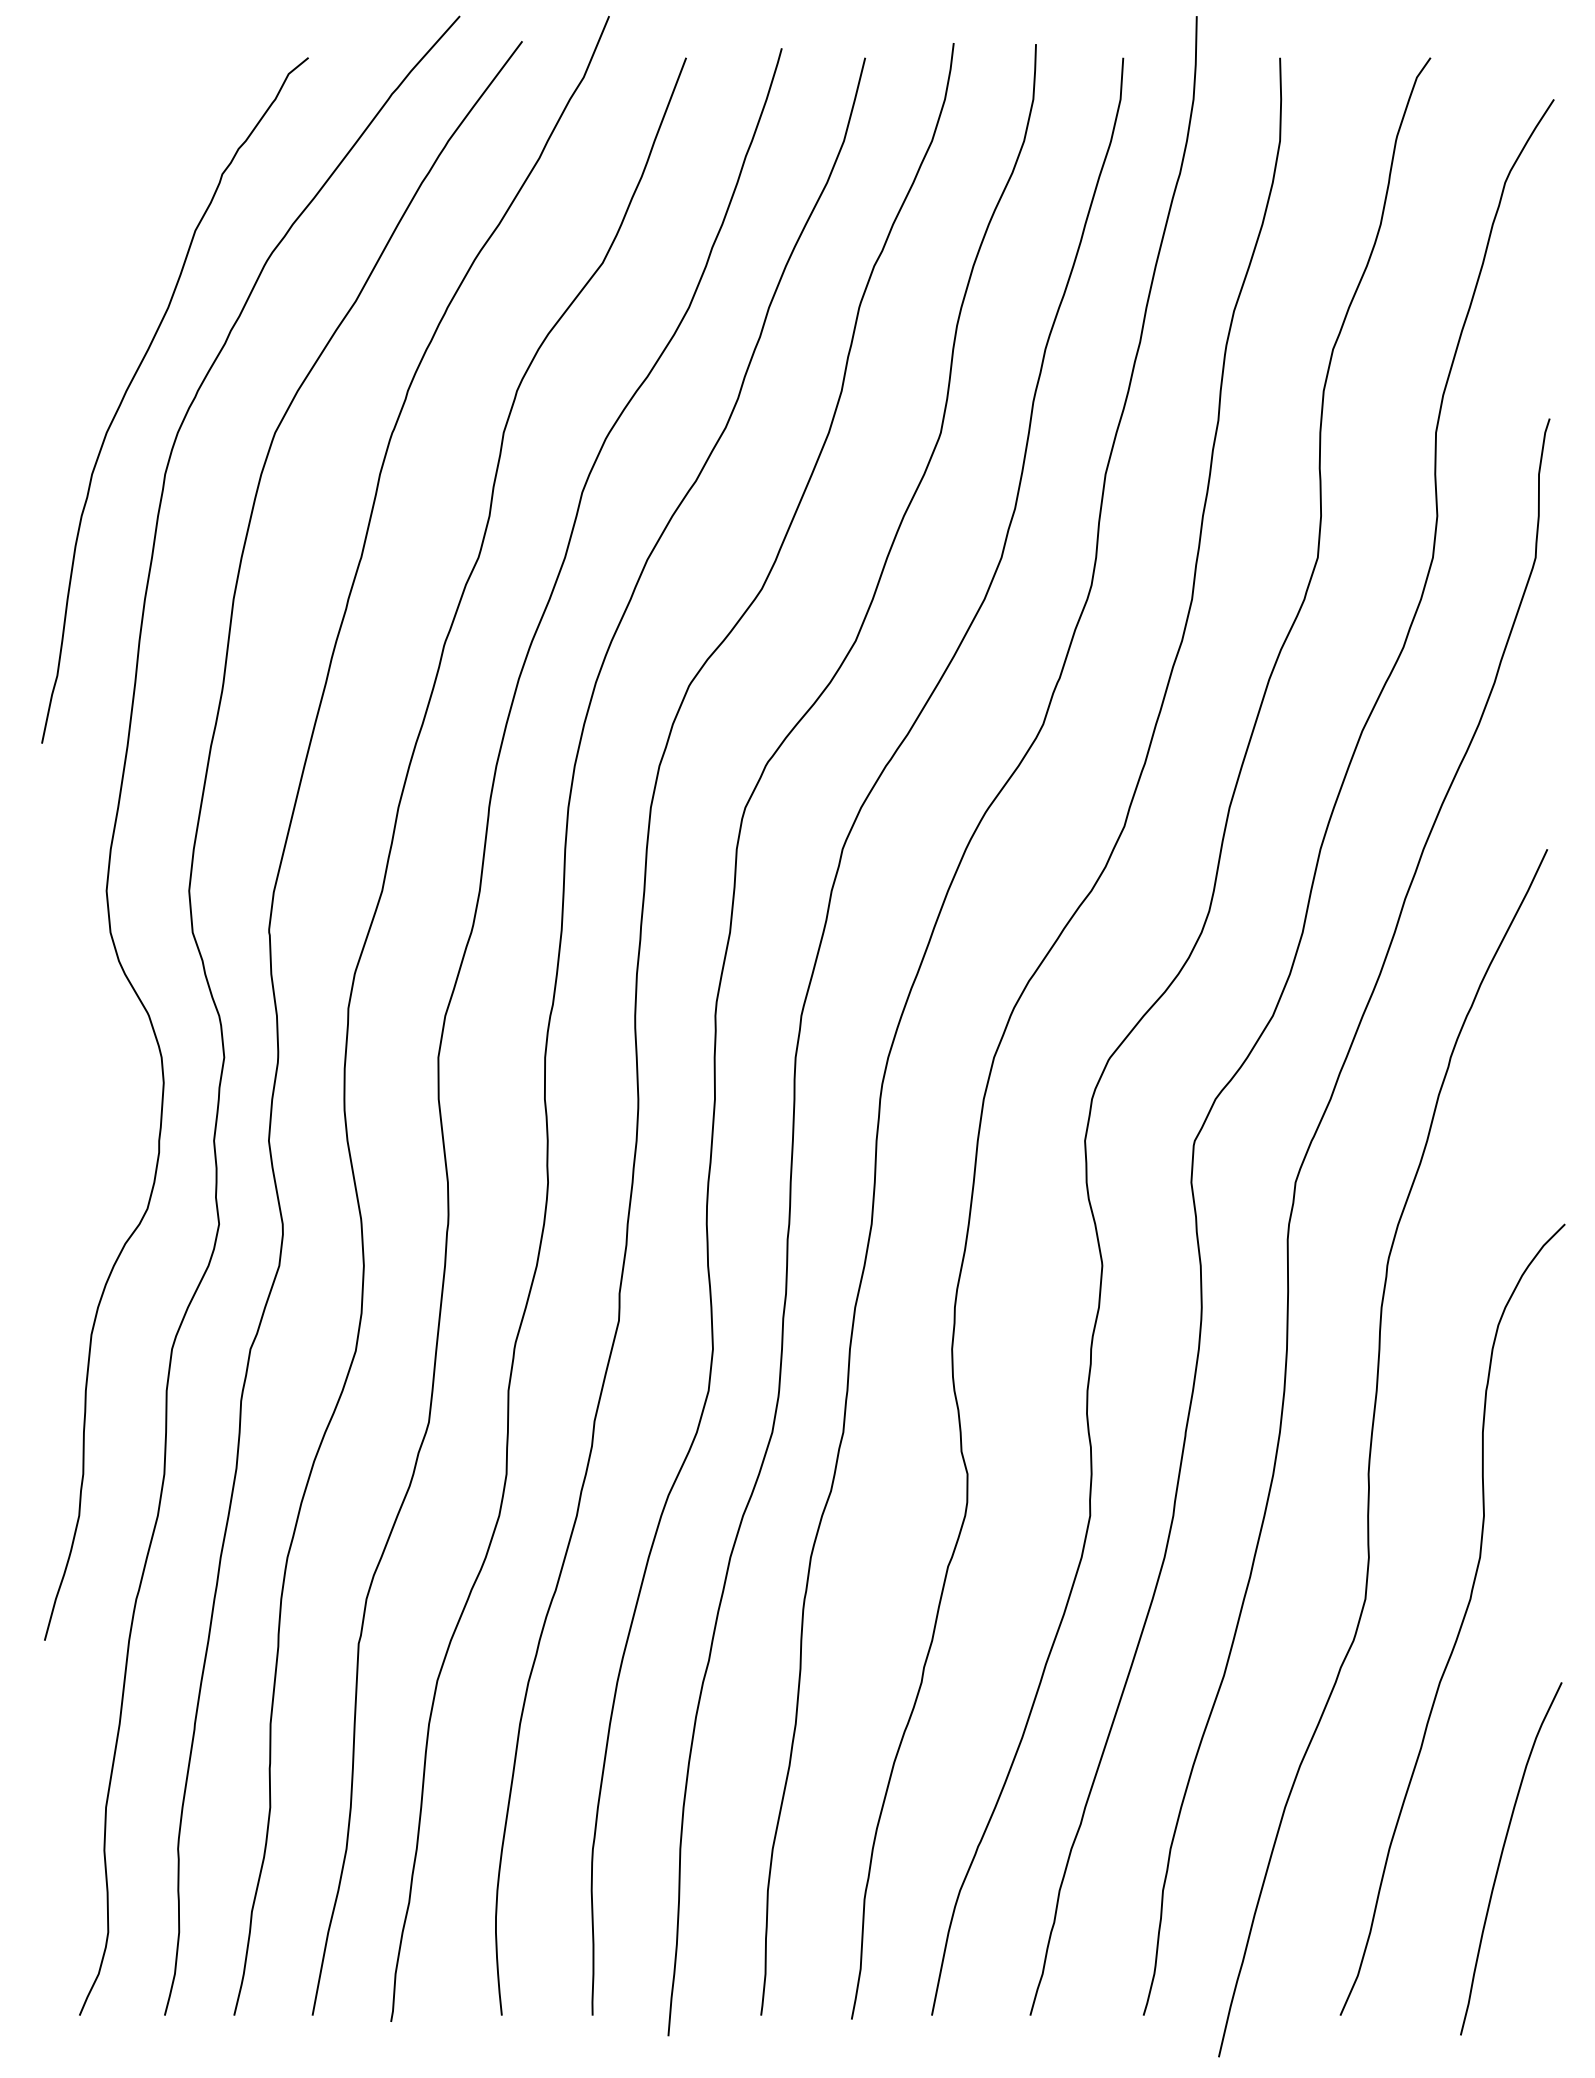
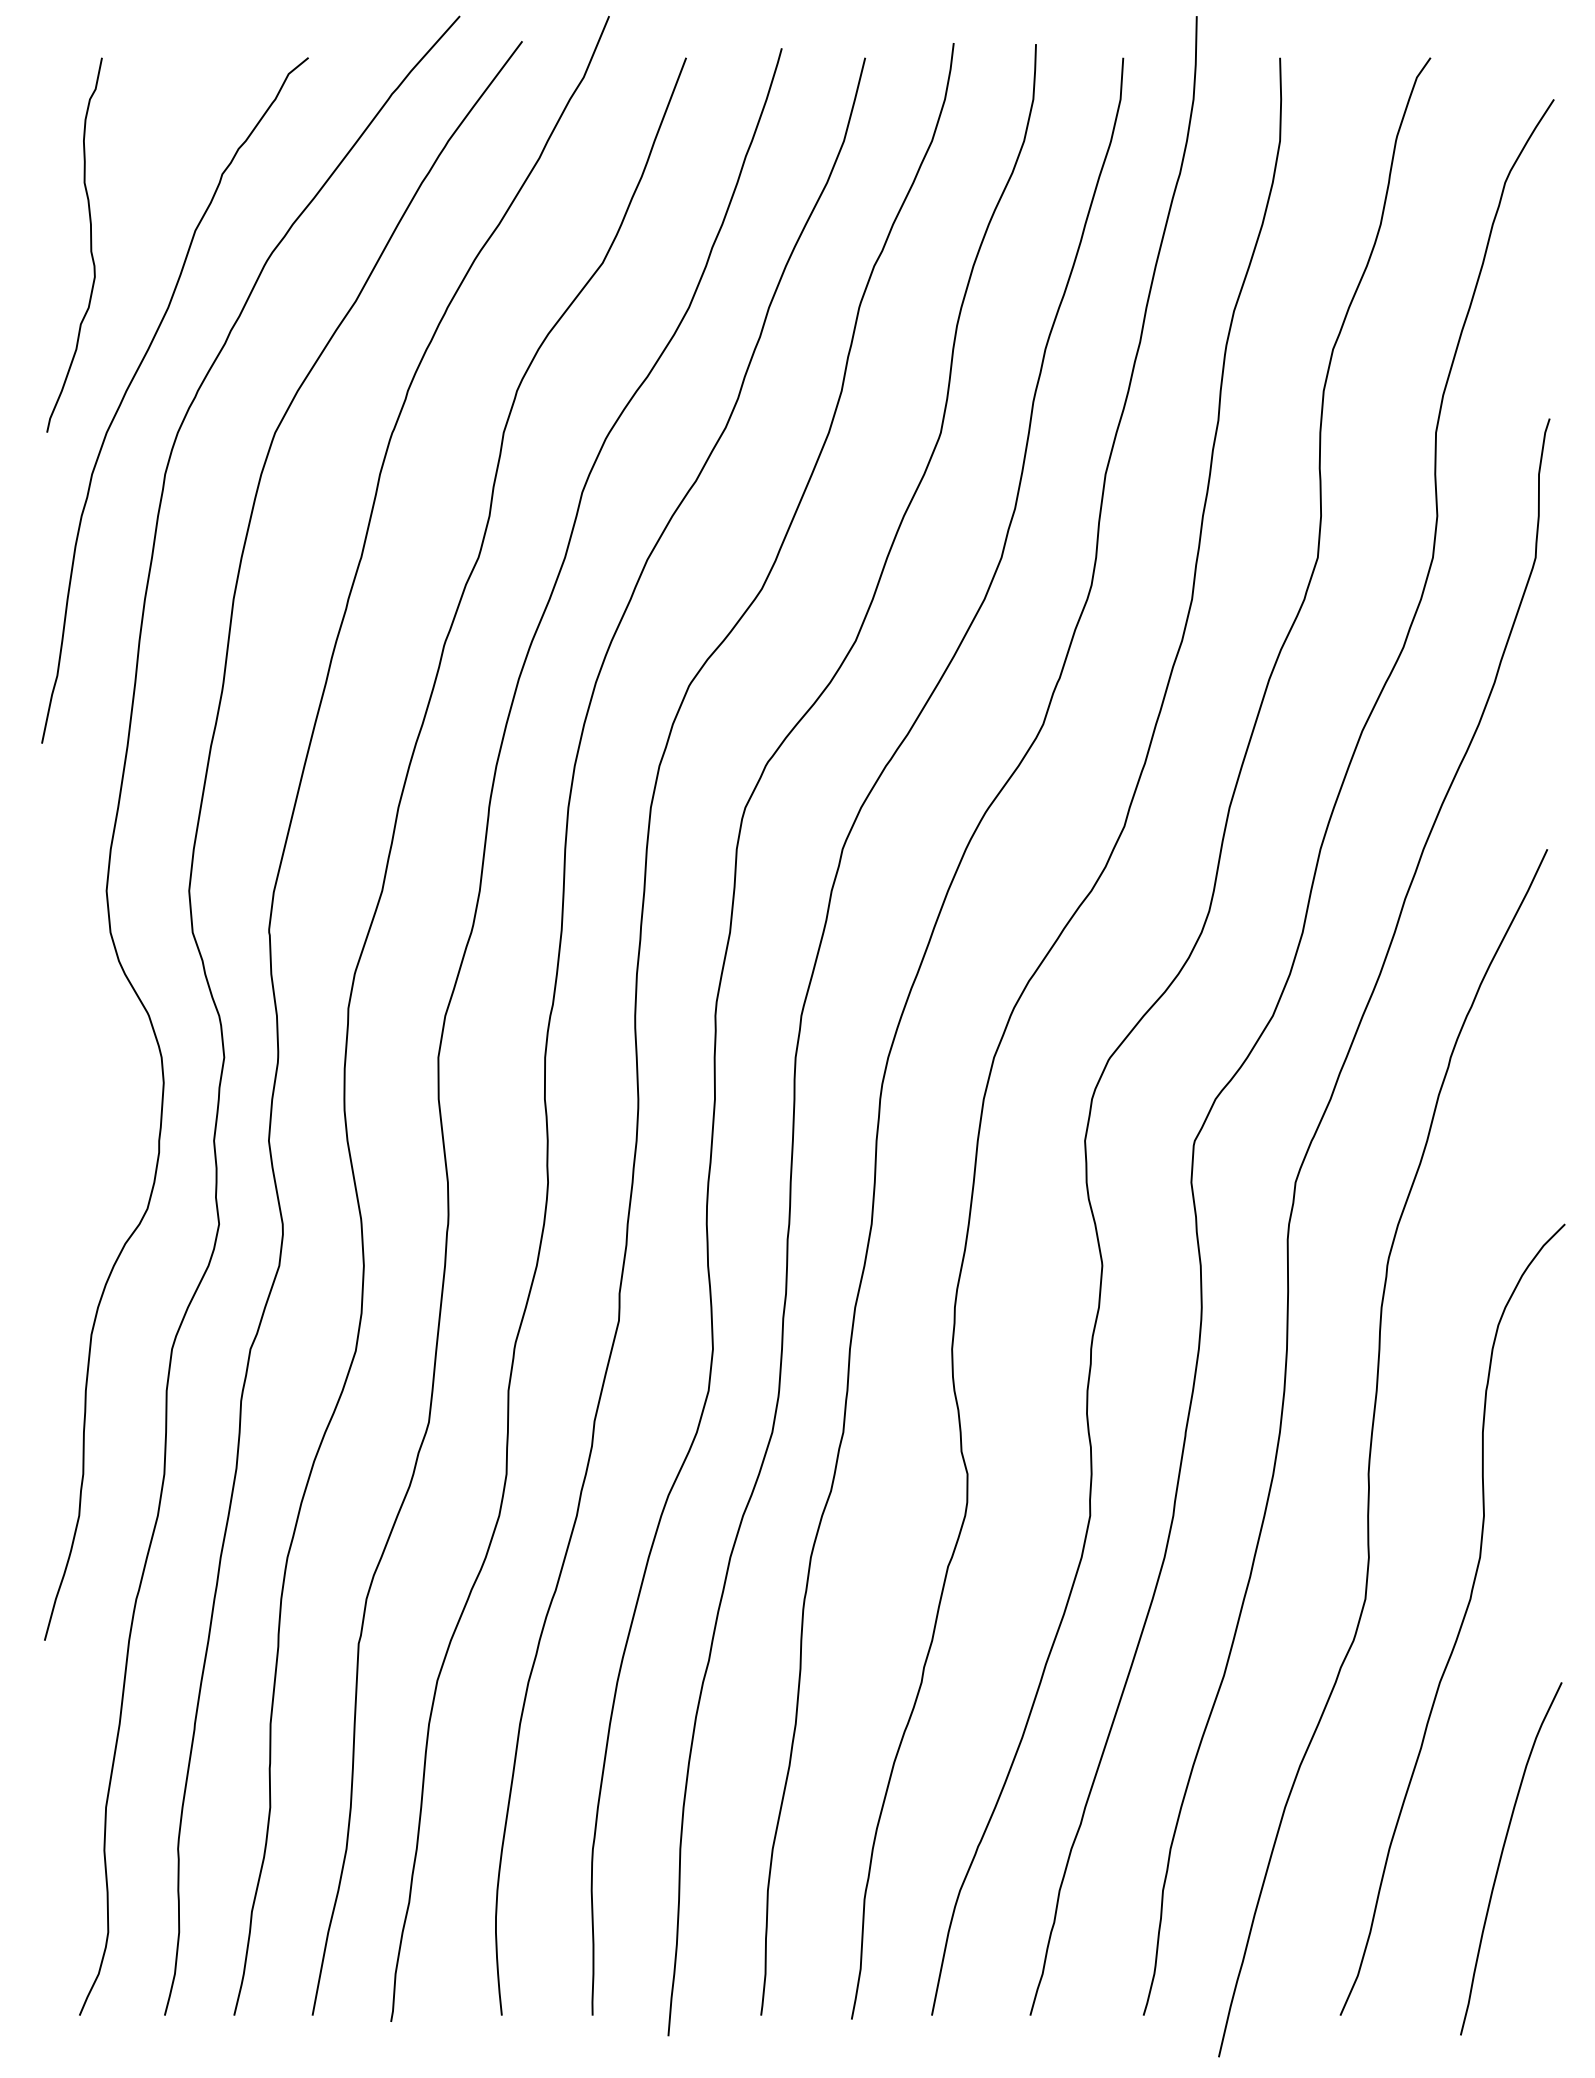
curve at (90, 244): none -> present
